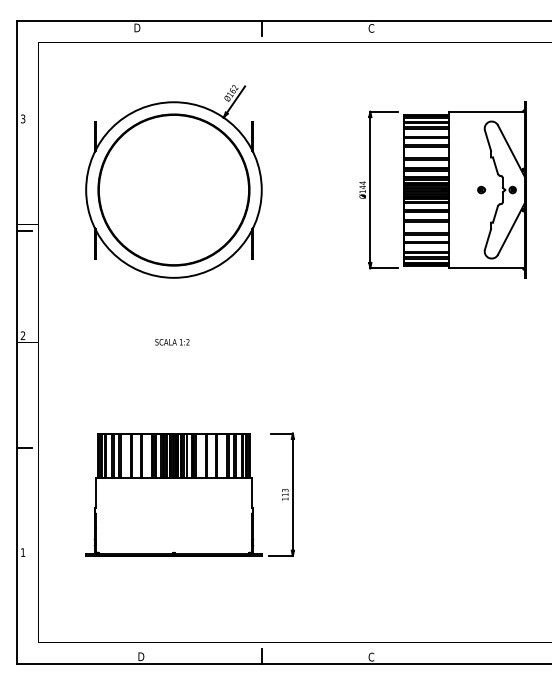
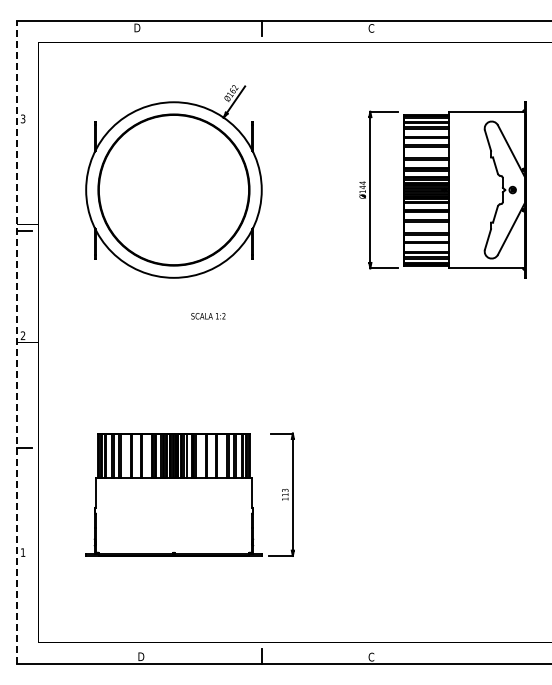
part at (481, 189): present -> none
line at (16, 342): solid -> dashed
text at (172, 342) position: (172, 342) -> (208, 316)
